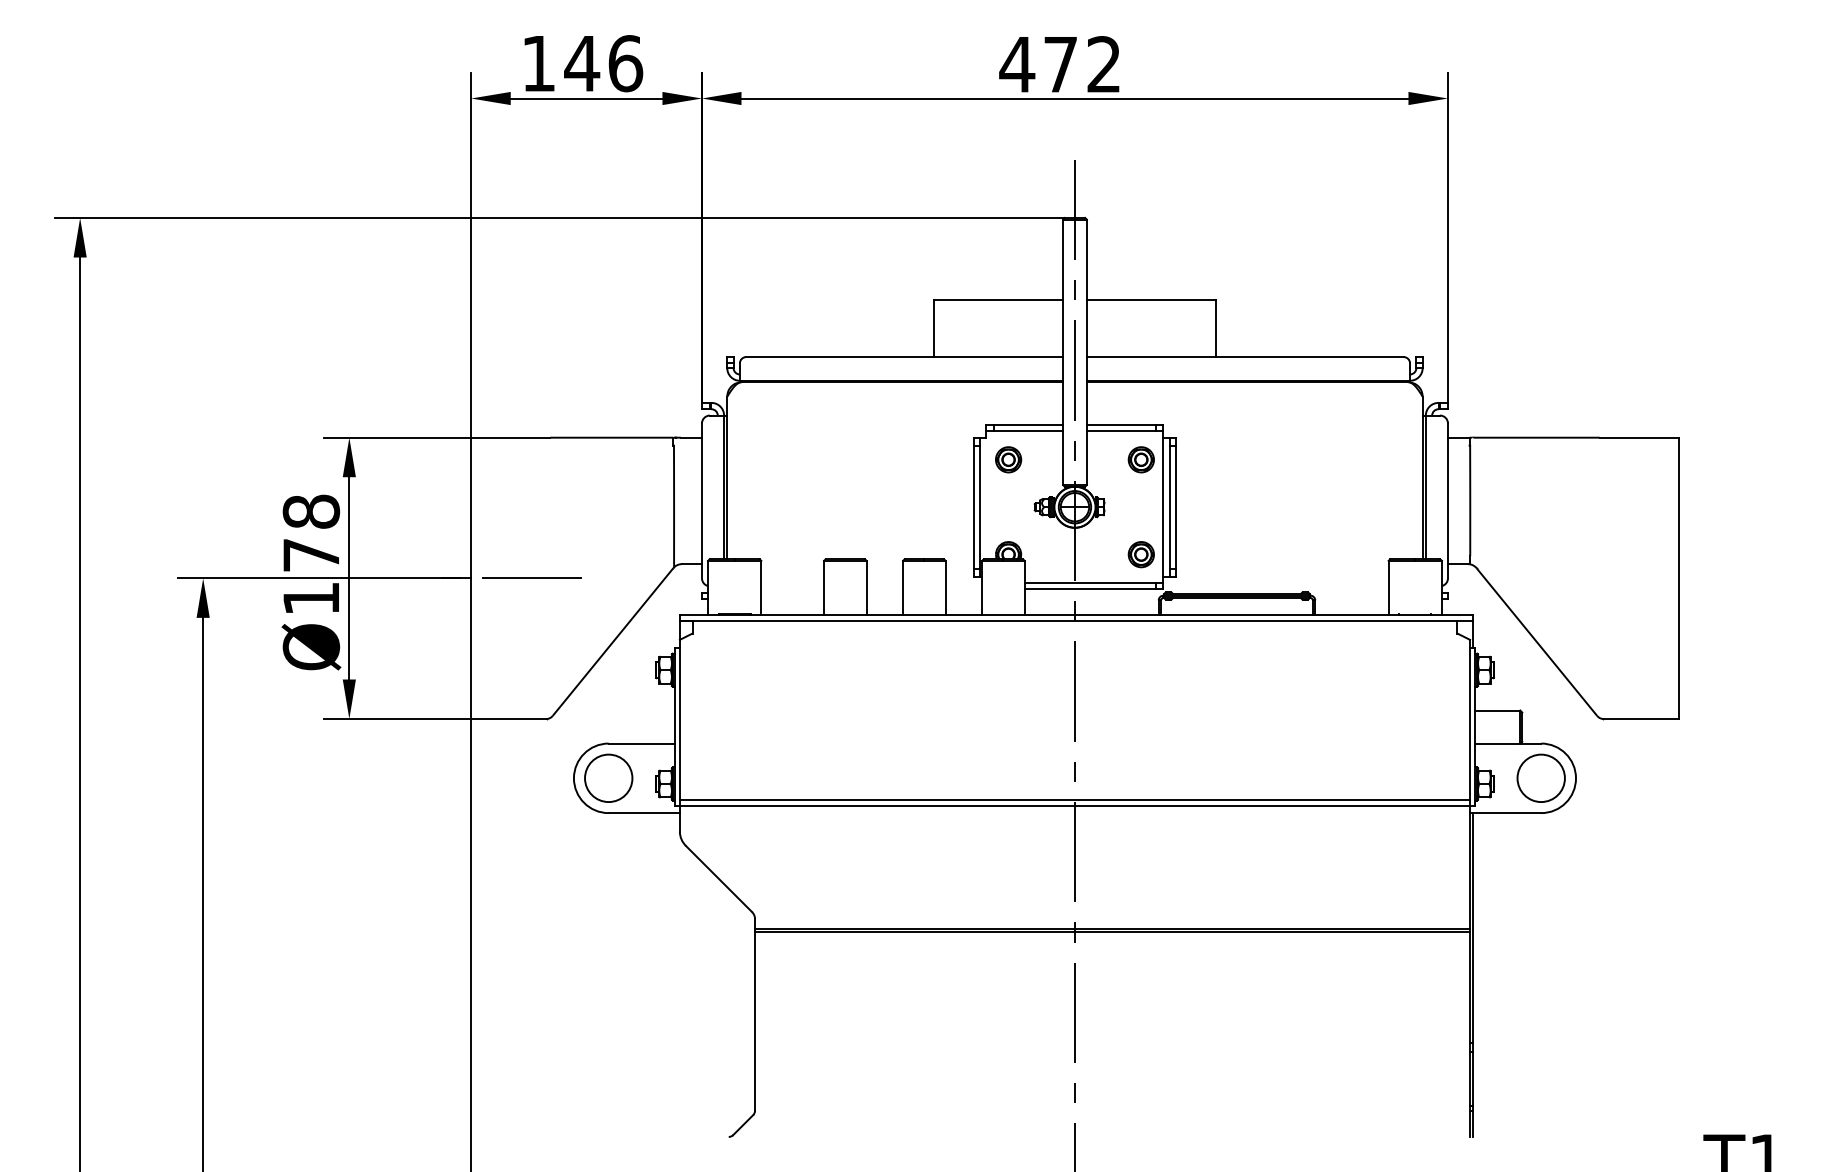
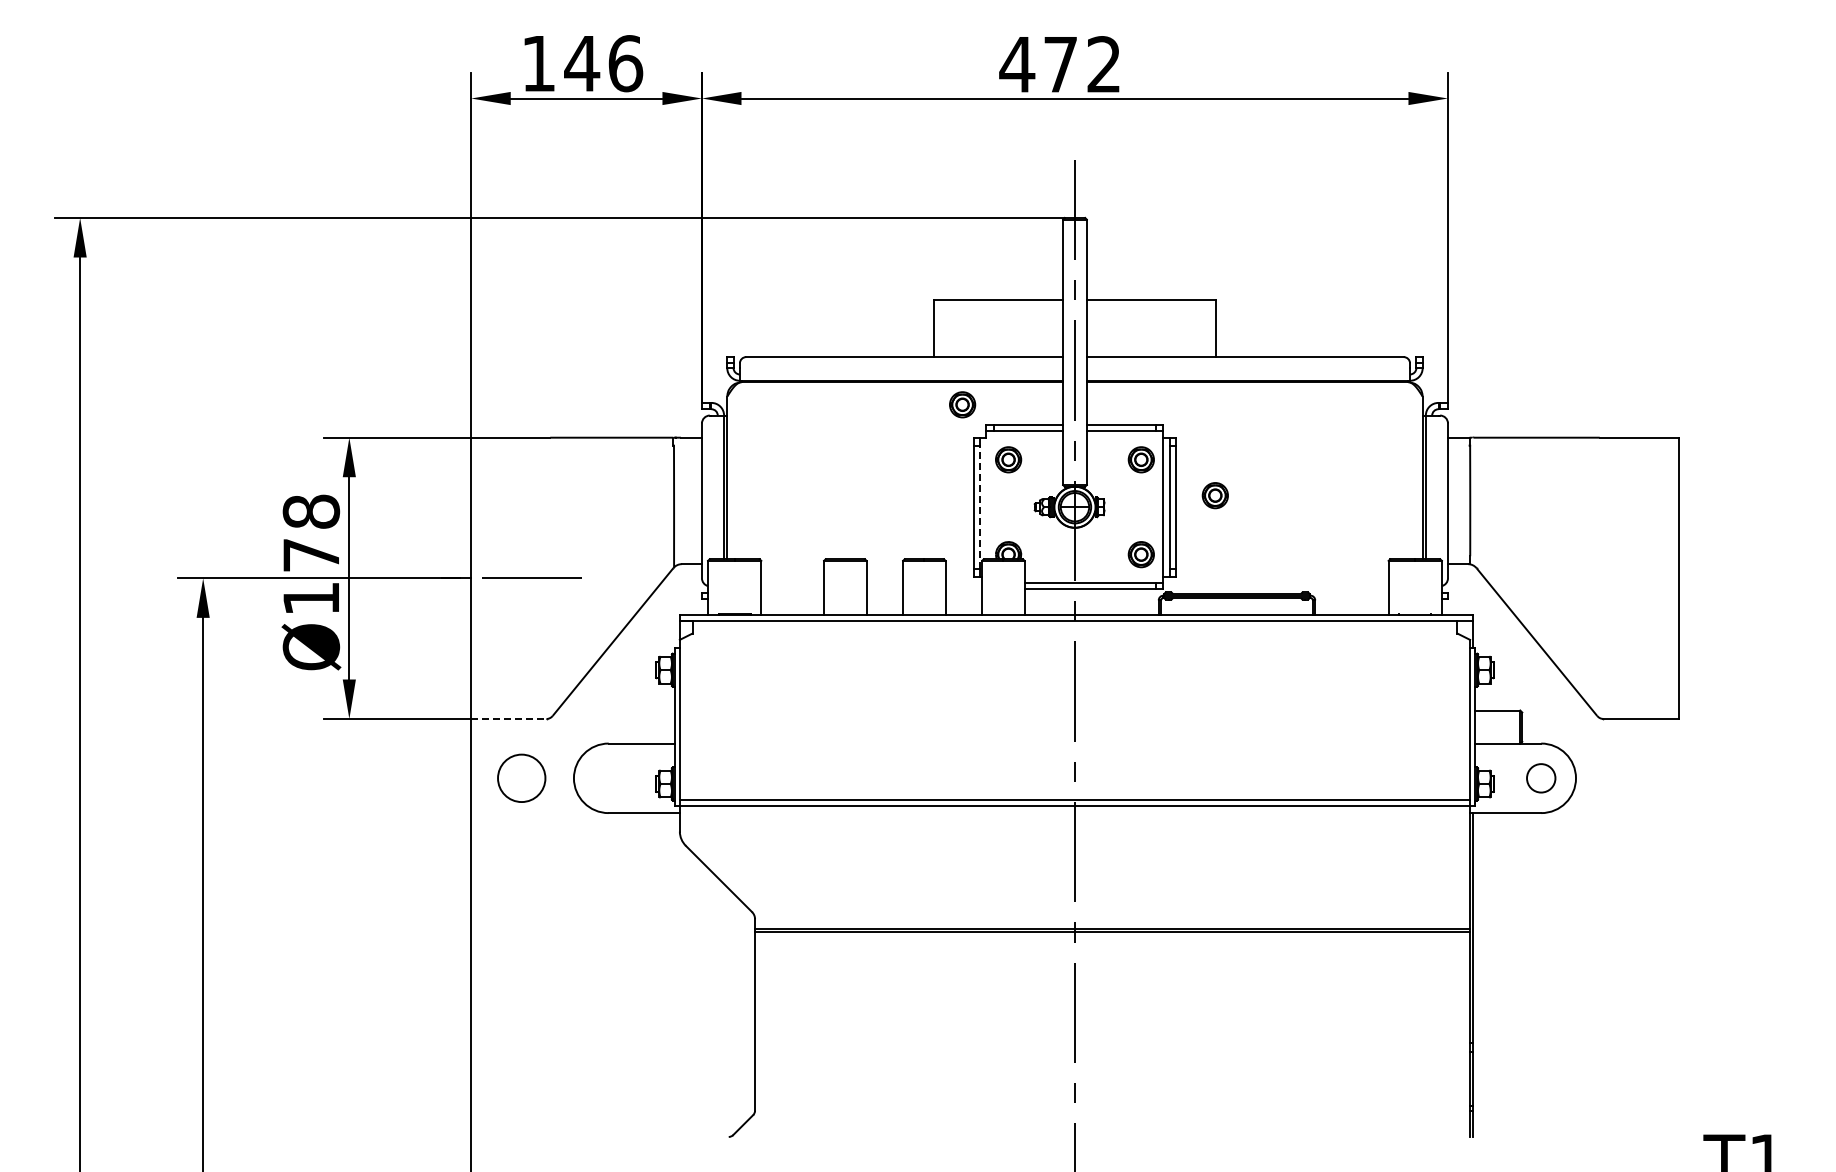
part at (962, 404): none -> present
part at (1214, 495): none -> present
line at (980, 507): solid -> dashed
line at (508, 719): solid -> dashed
circle at (608, 777) position: (608, 777) -> (521, 777)
circle at (1540, 778) diameter: 47 px -> 28 px
